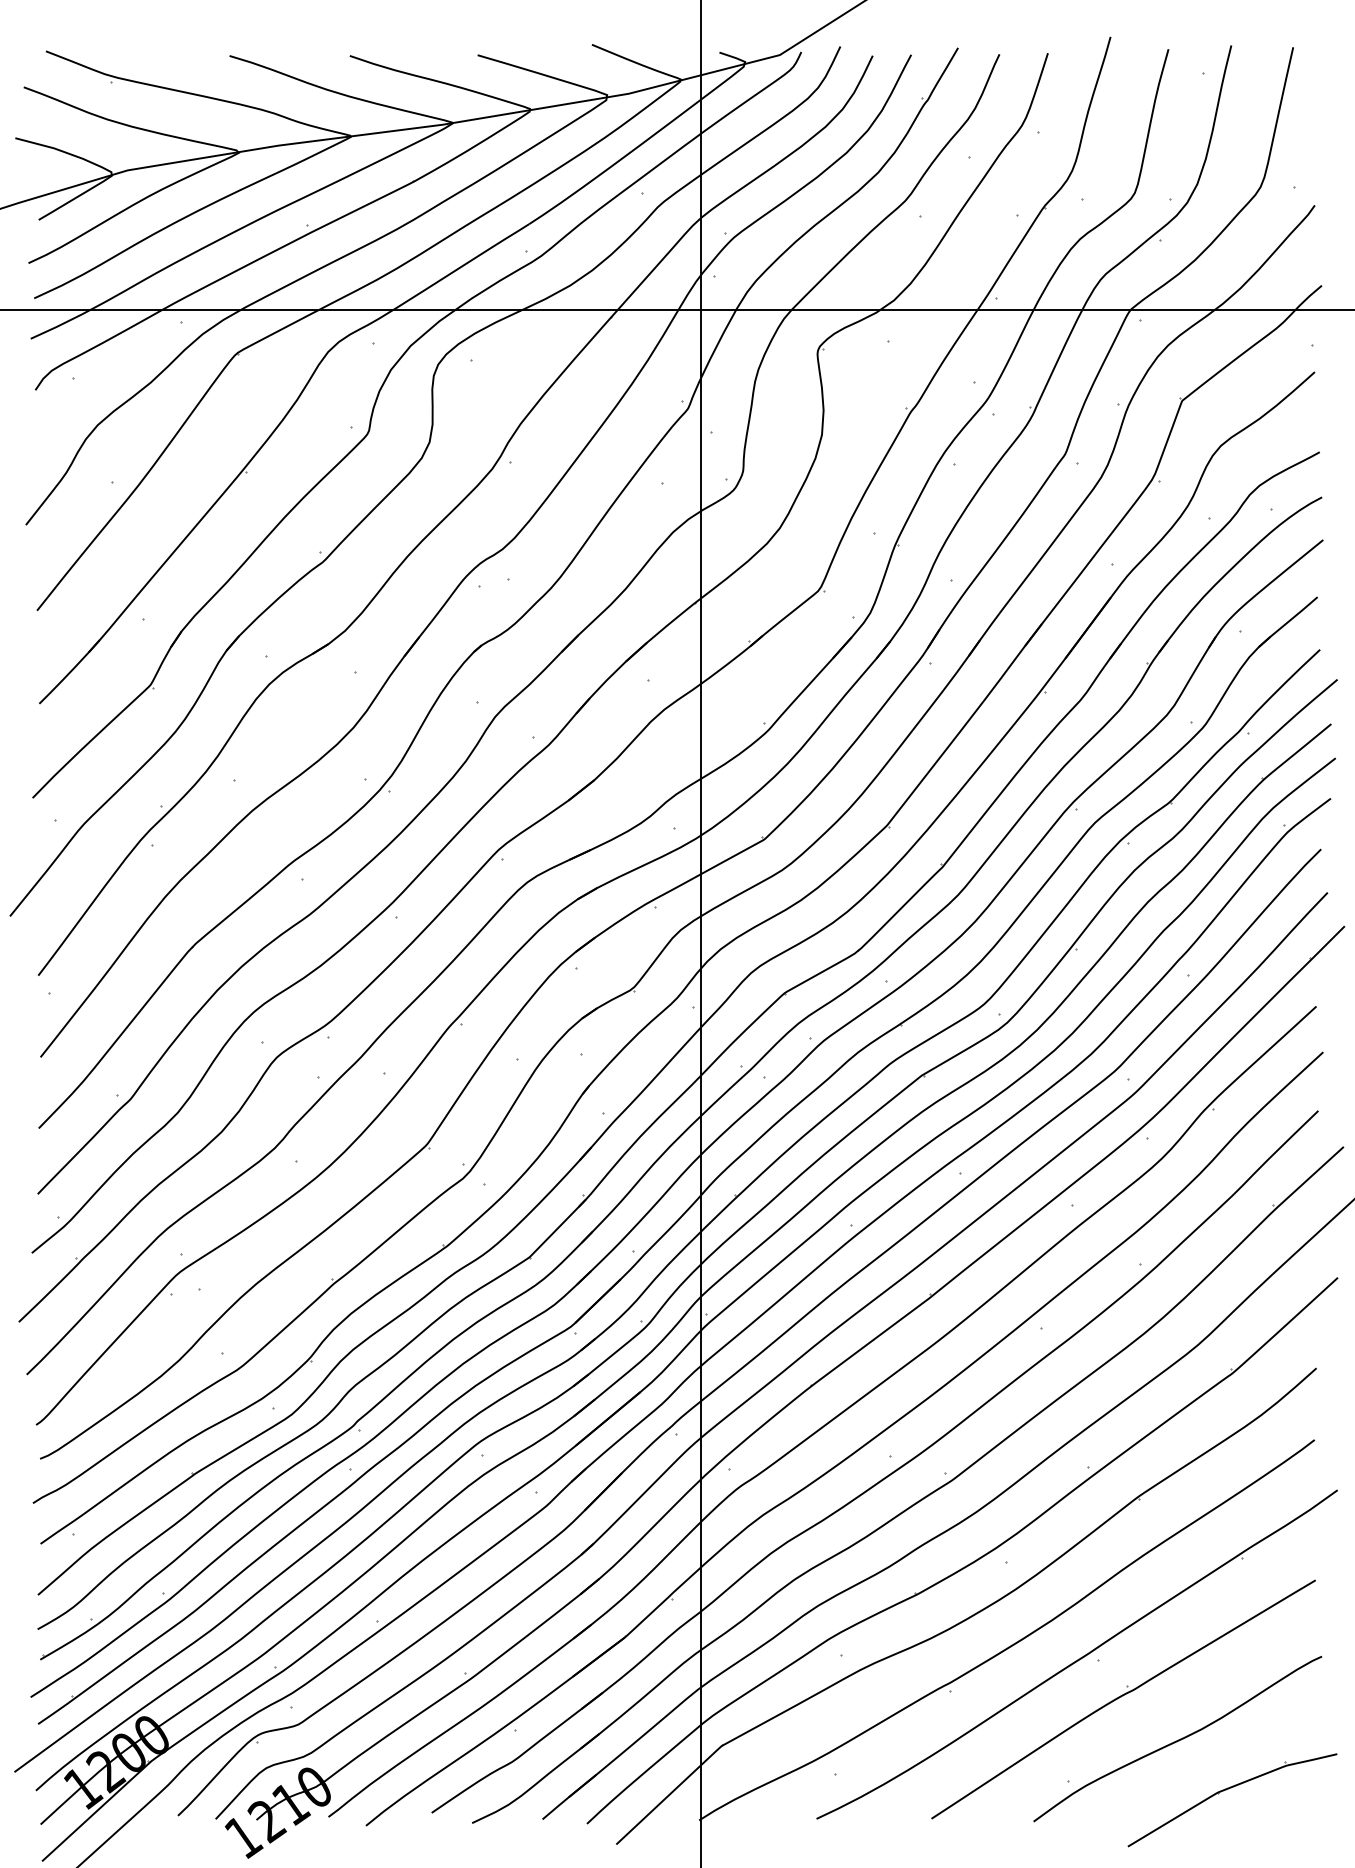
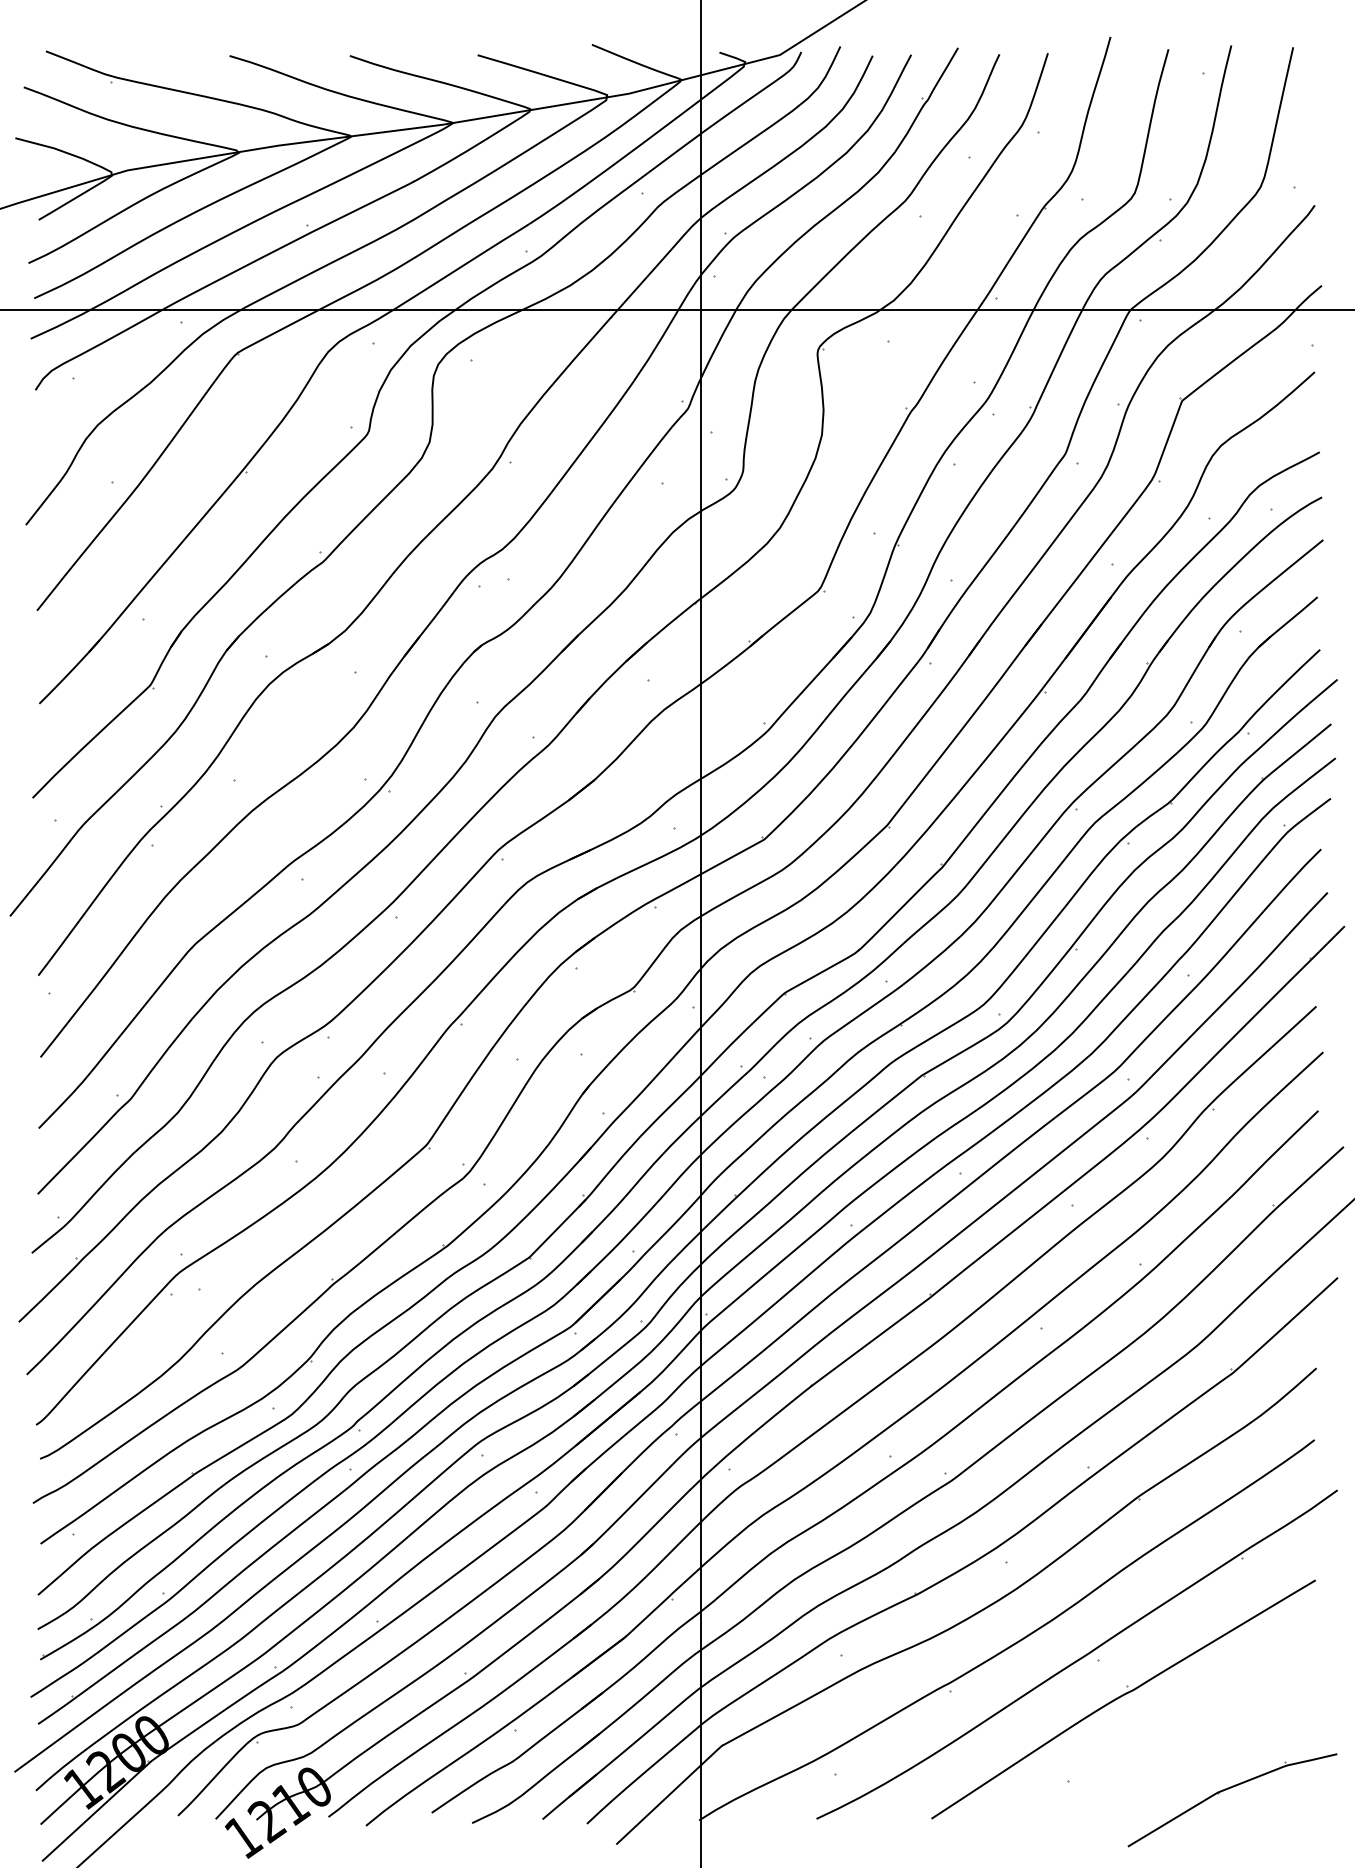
curve at (1178, 1739): present -> none
